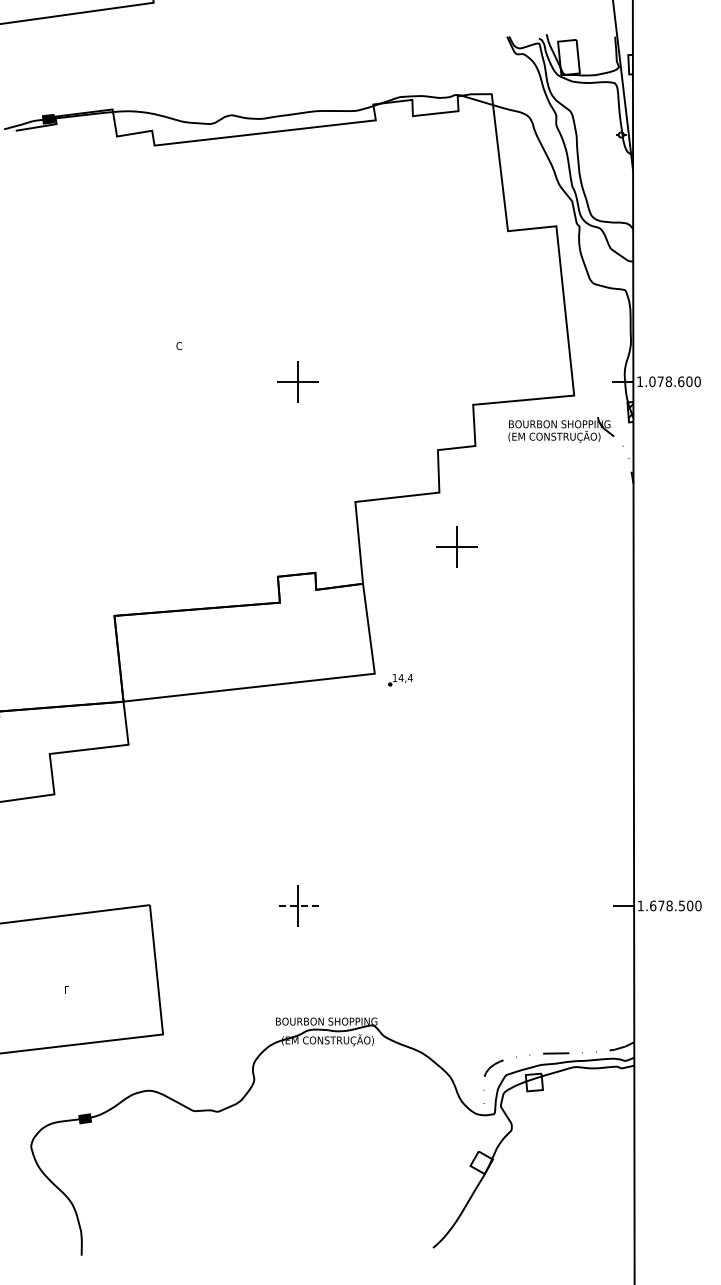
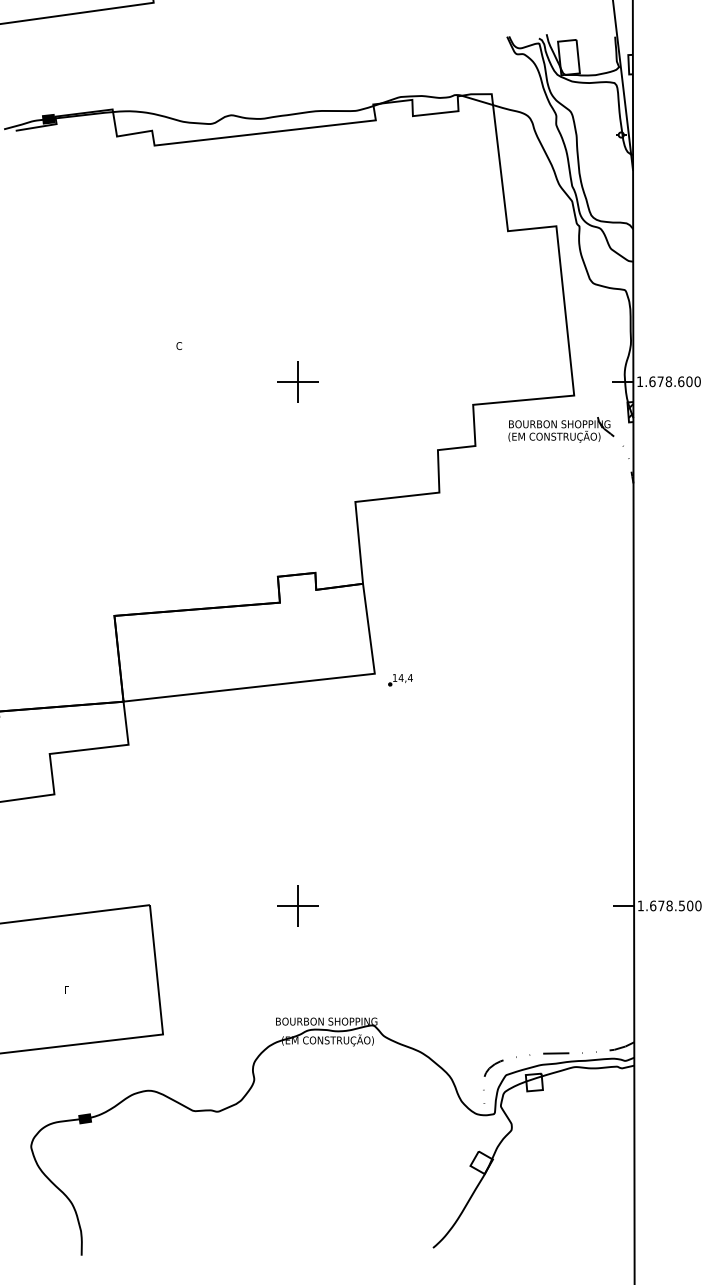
text at (652, 381): 1.078.600 -> 1.678.600
part at (456, 546): present -> none
line at (297, 905): dashed -> solid
